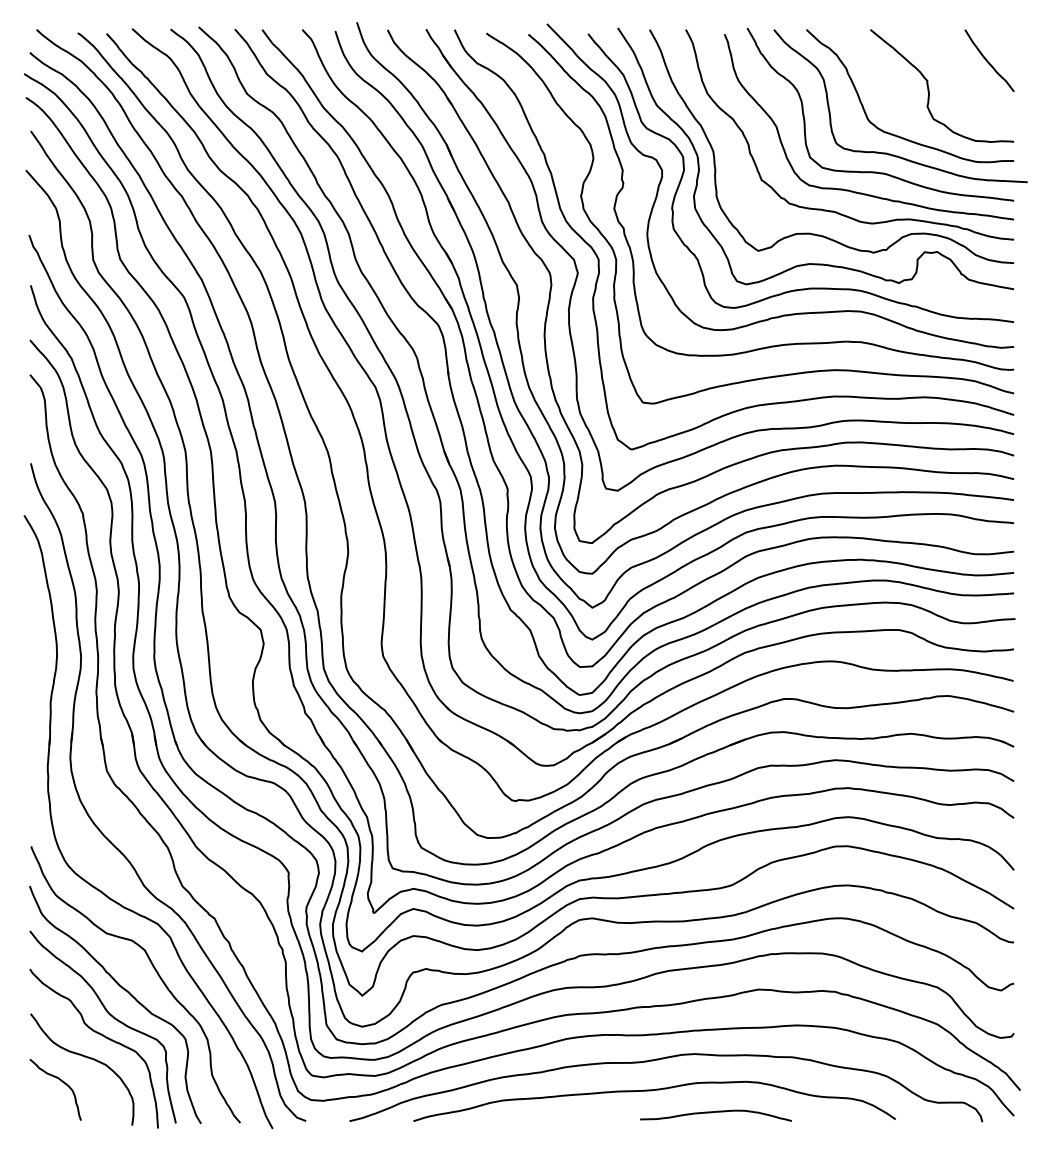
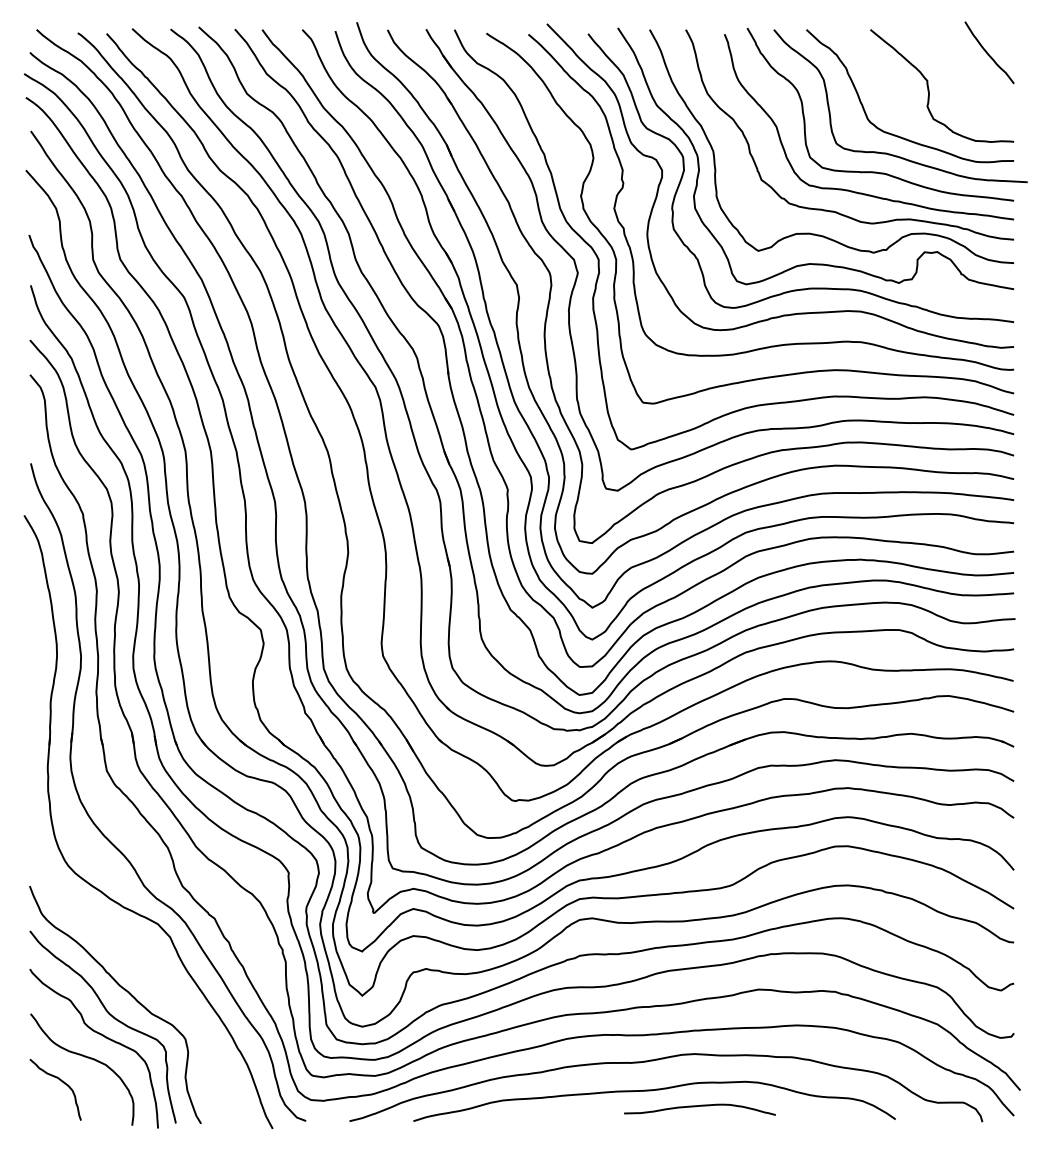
curve at (988, 61) position: (988, 61) -> (988, 53)
curve at (156, 973): present -> none
curve at (715, 1112) position: (715, 1112) -> (699, 1106)
